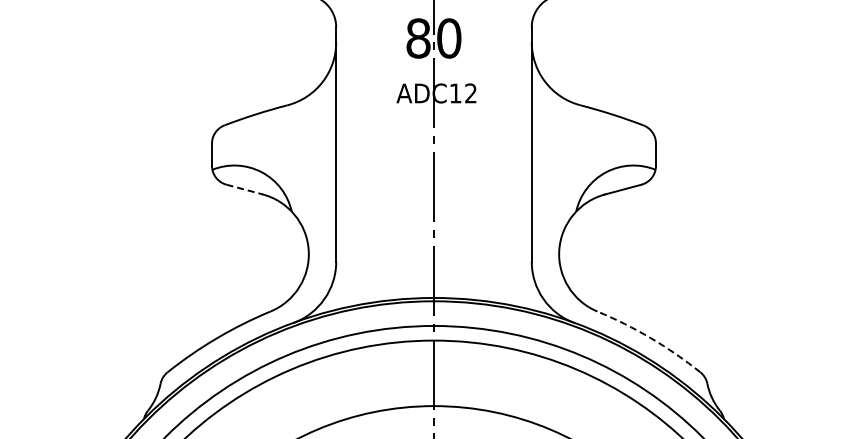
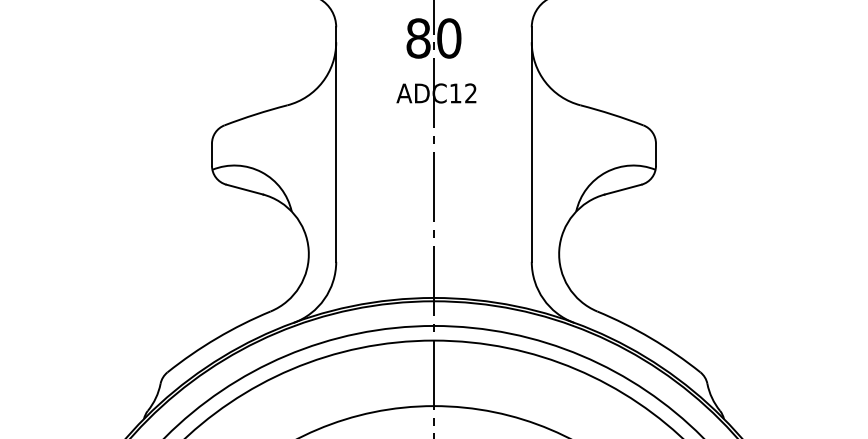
line at (245, 189): dashed -> solid
arc at (651, 338): dashed -> solid
